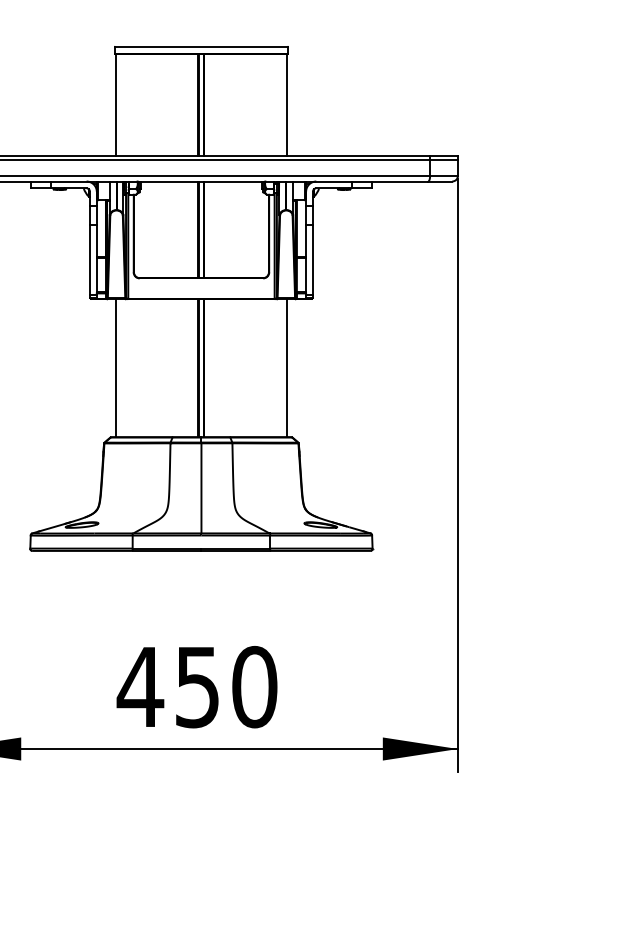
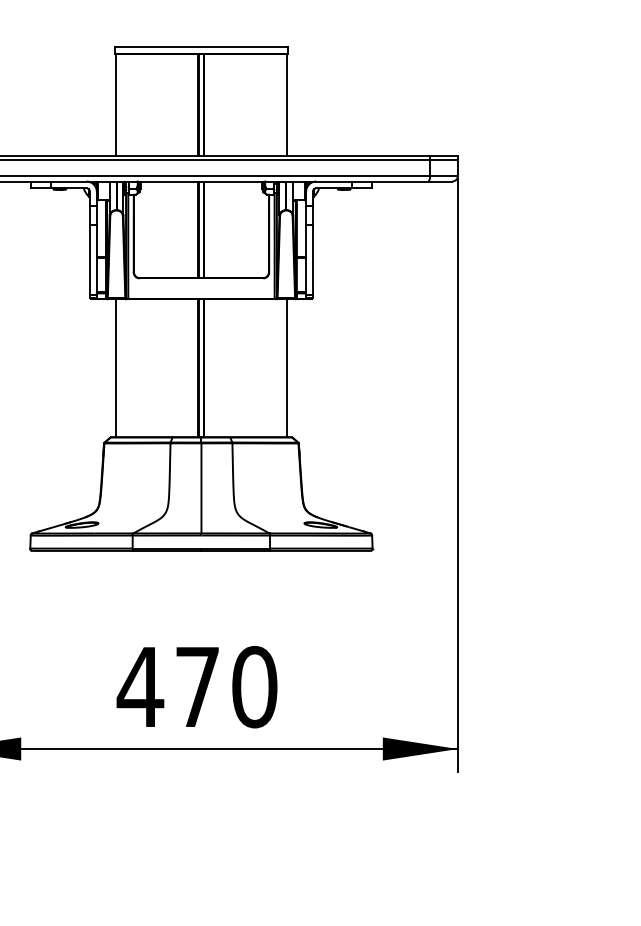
text at (197, 687): 450 -> 470
